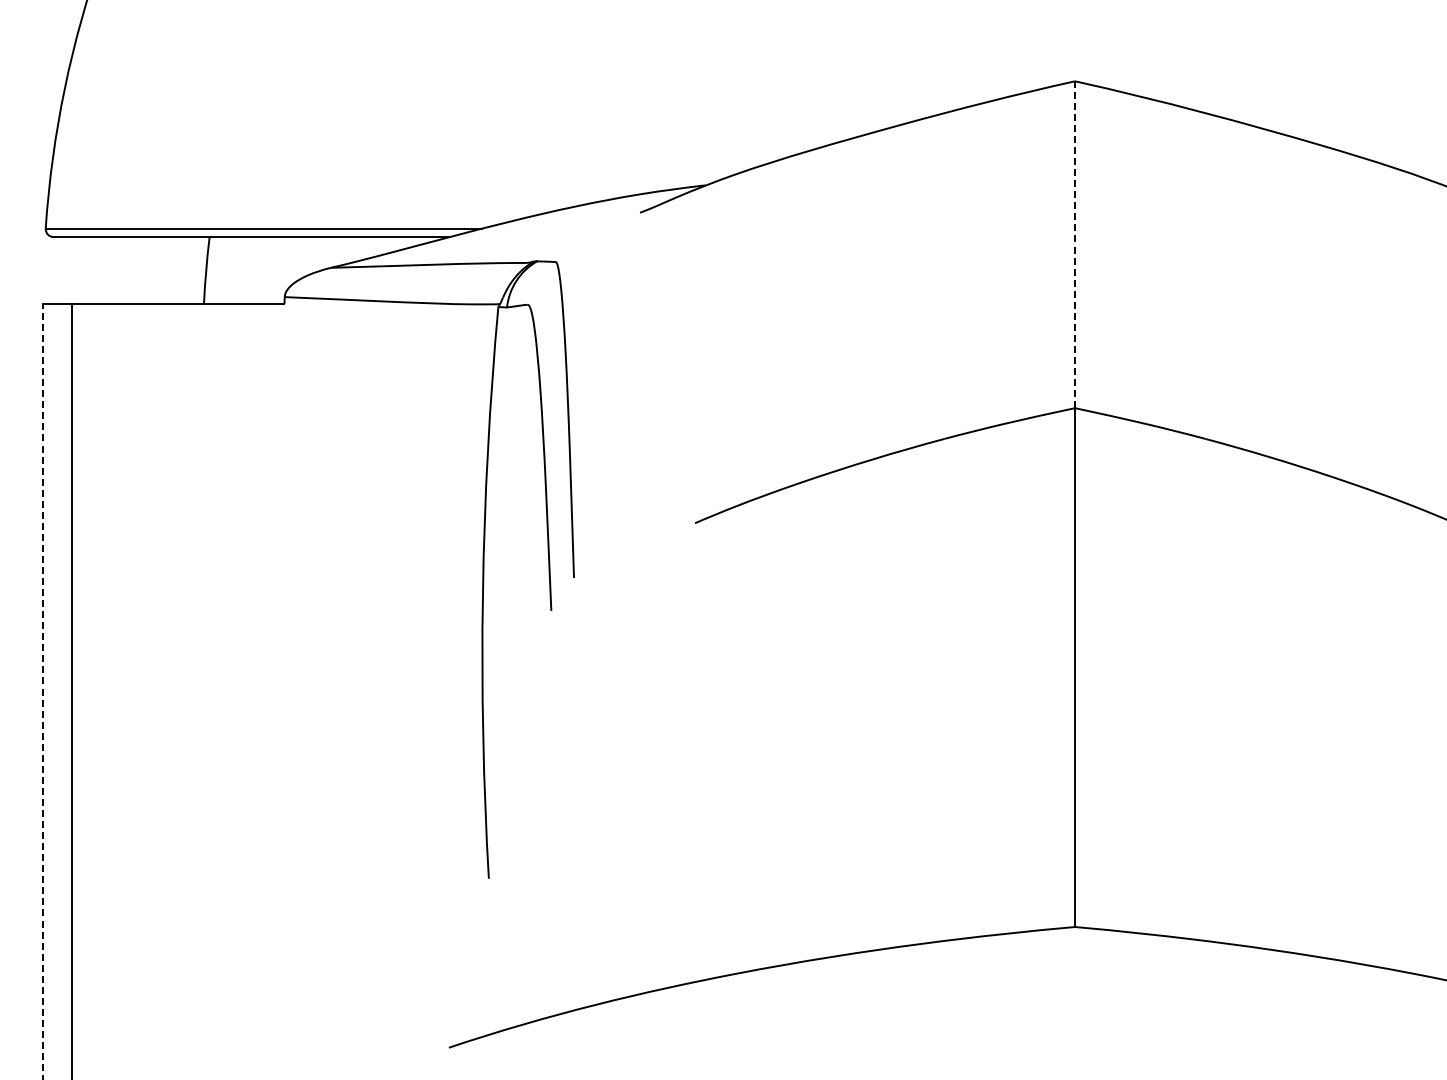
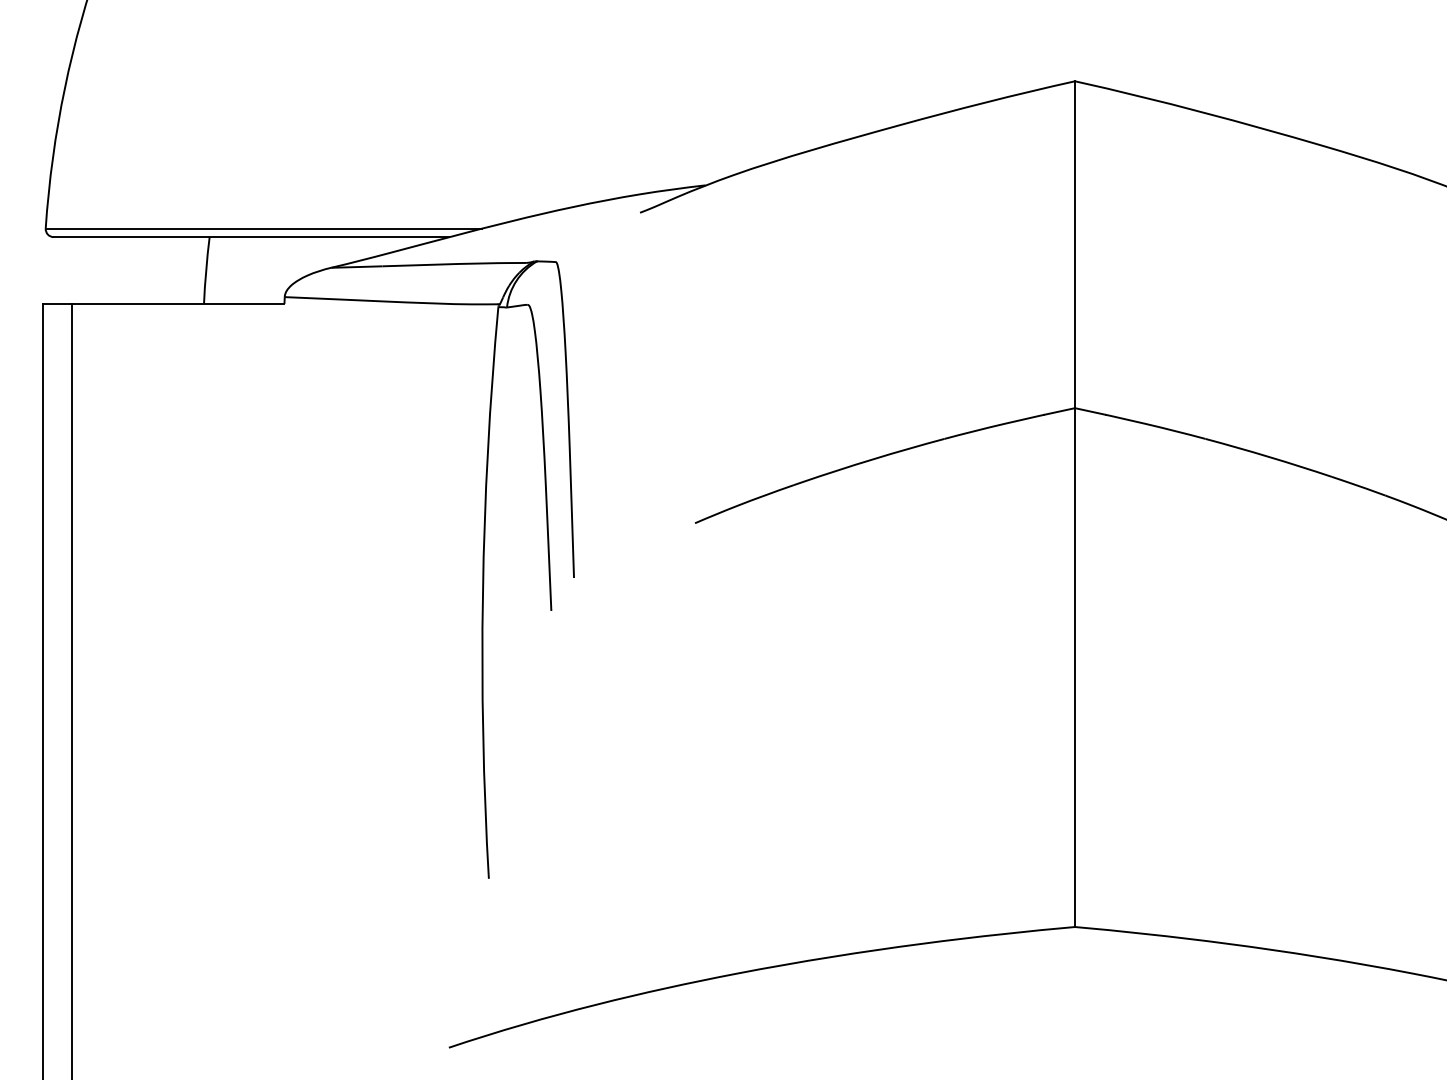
line at (1075, 244): dashed -> solid
line at (43, 691): dashed -> solid
